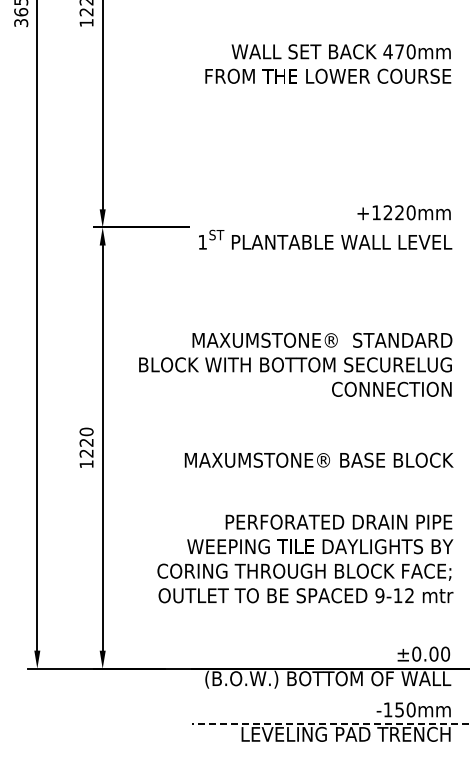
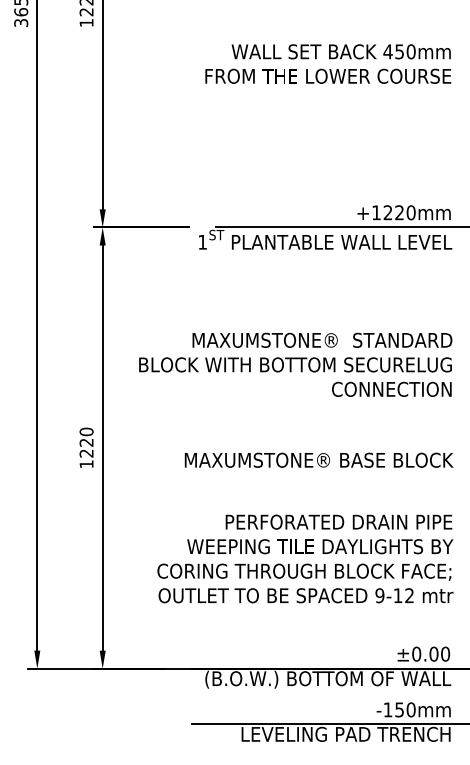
text at (399, 51): 470mm -> 450mm
line at (341, 227): none -> present
line at (330, 723): dashed -> solid
